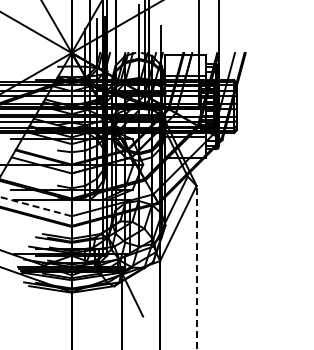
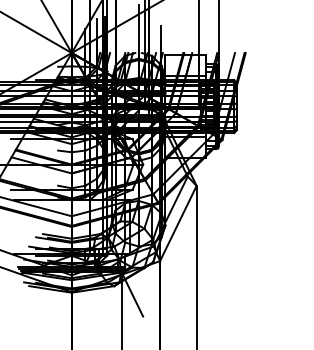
line at (36, 206): dashed -> solid
line at (196, 267): dashed -> solid
